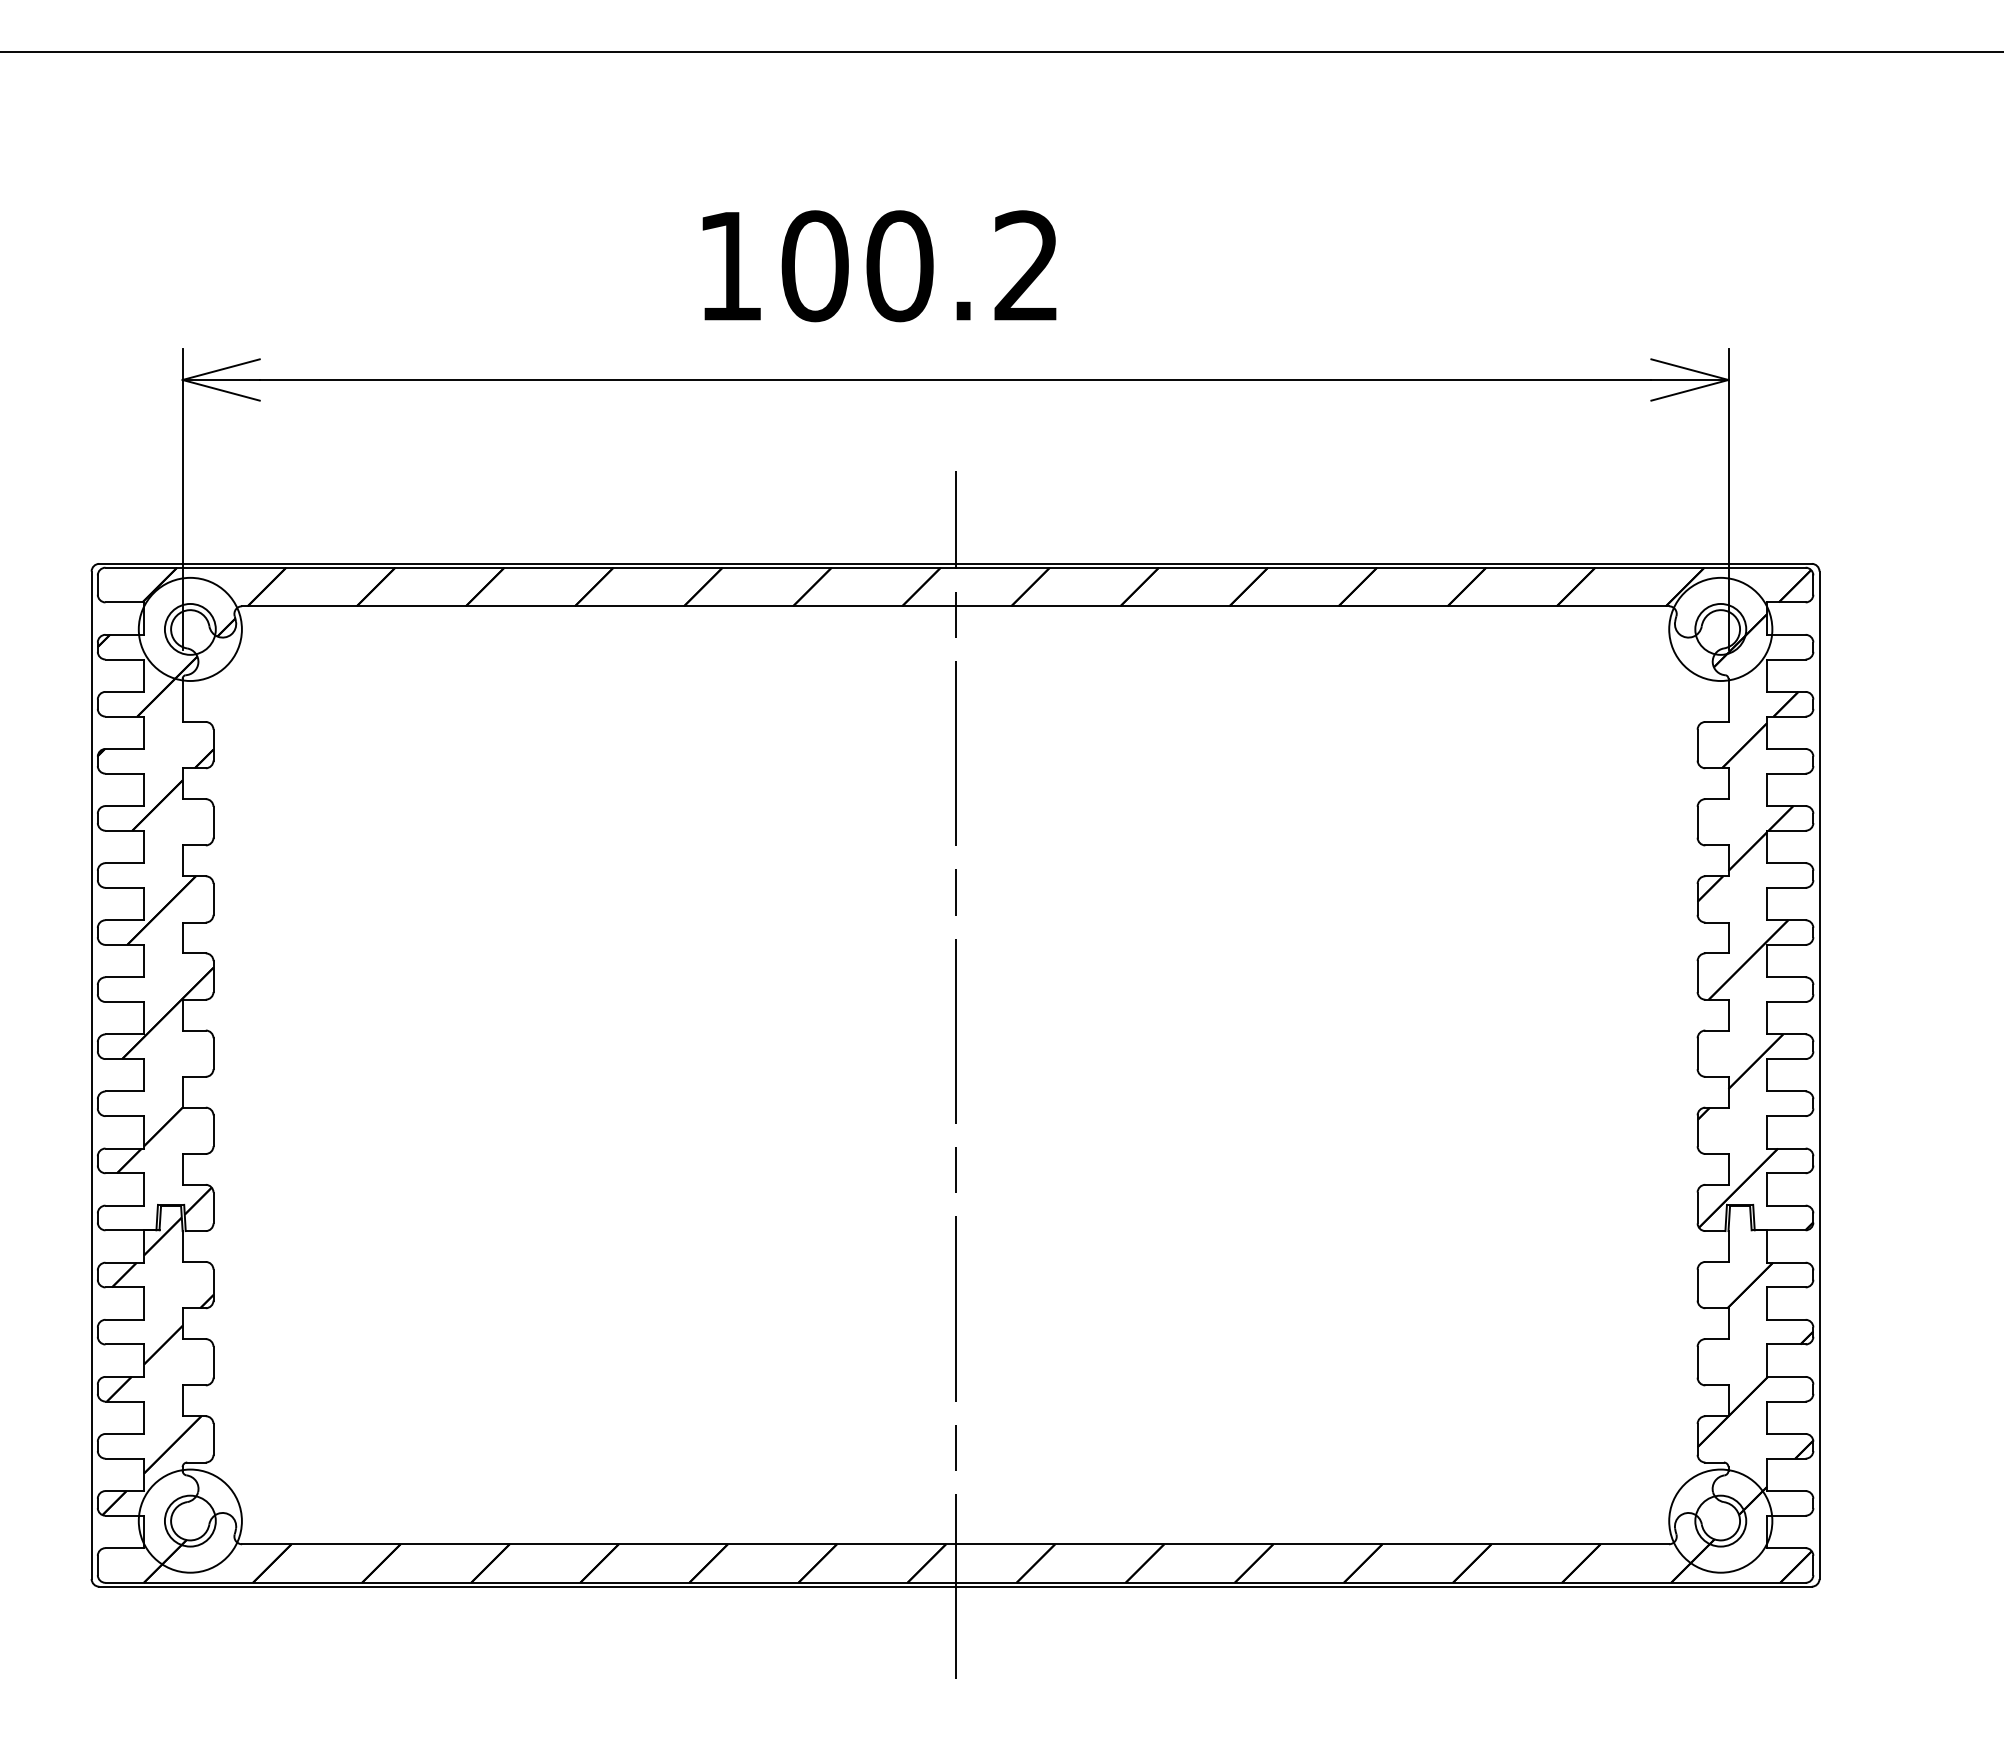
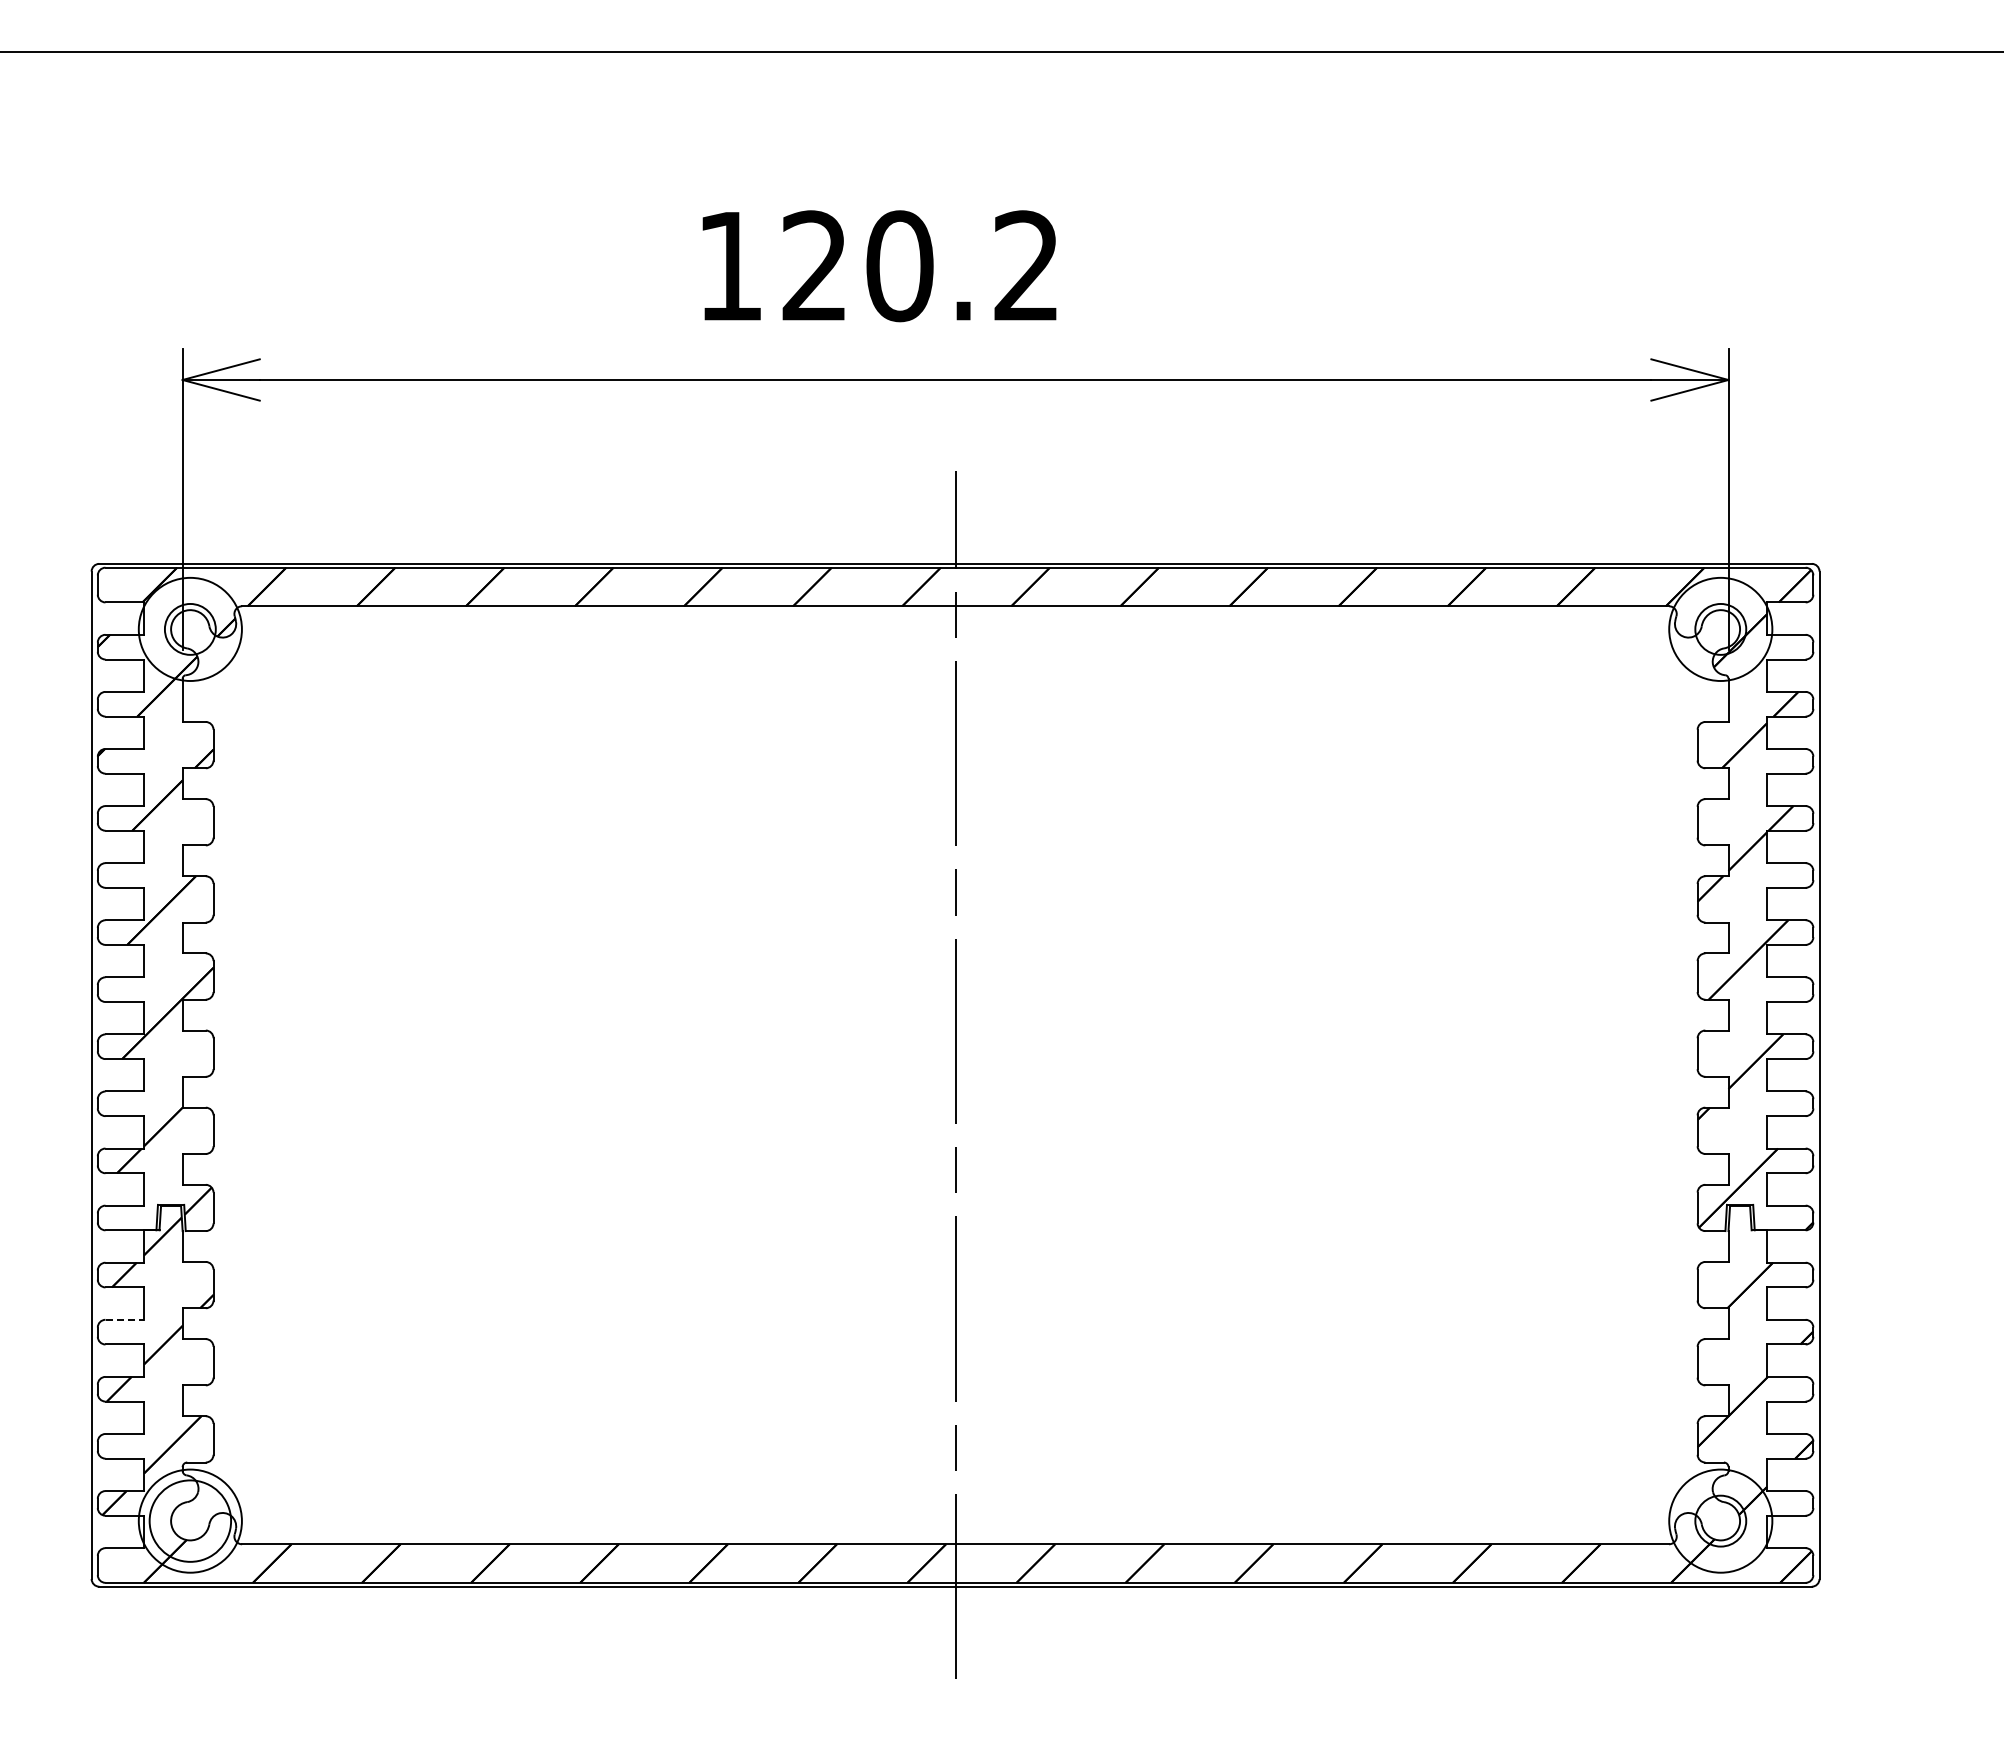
text at (814, 266): 100.2 -> 120.2
line at (125, 1319): solid -> dashed
circle at (189, 1520) diameter: 51 px -> 81 px
